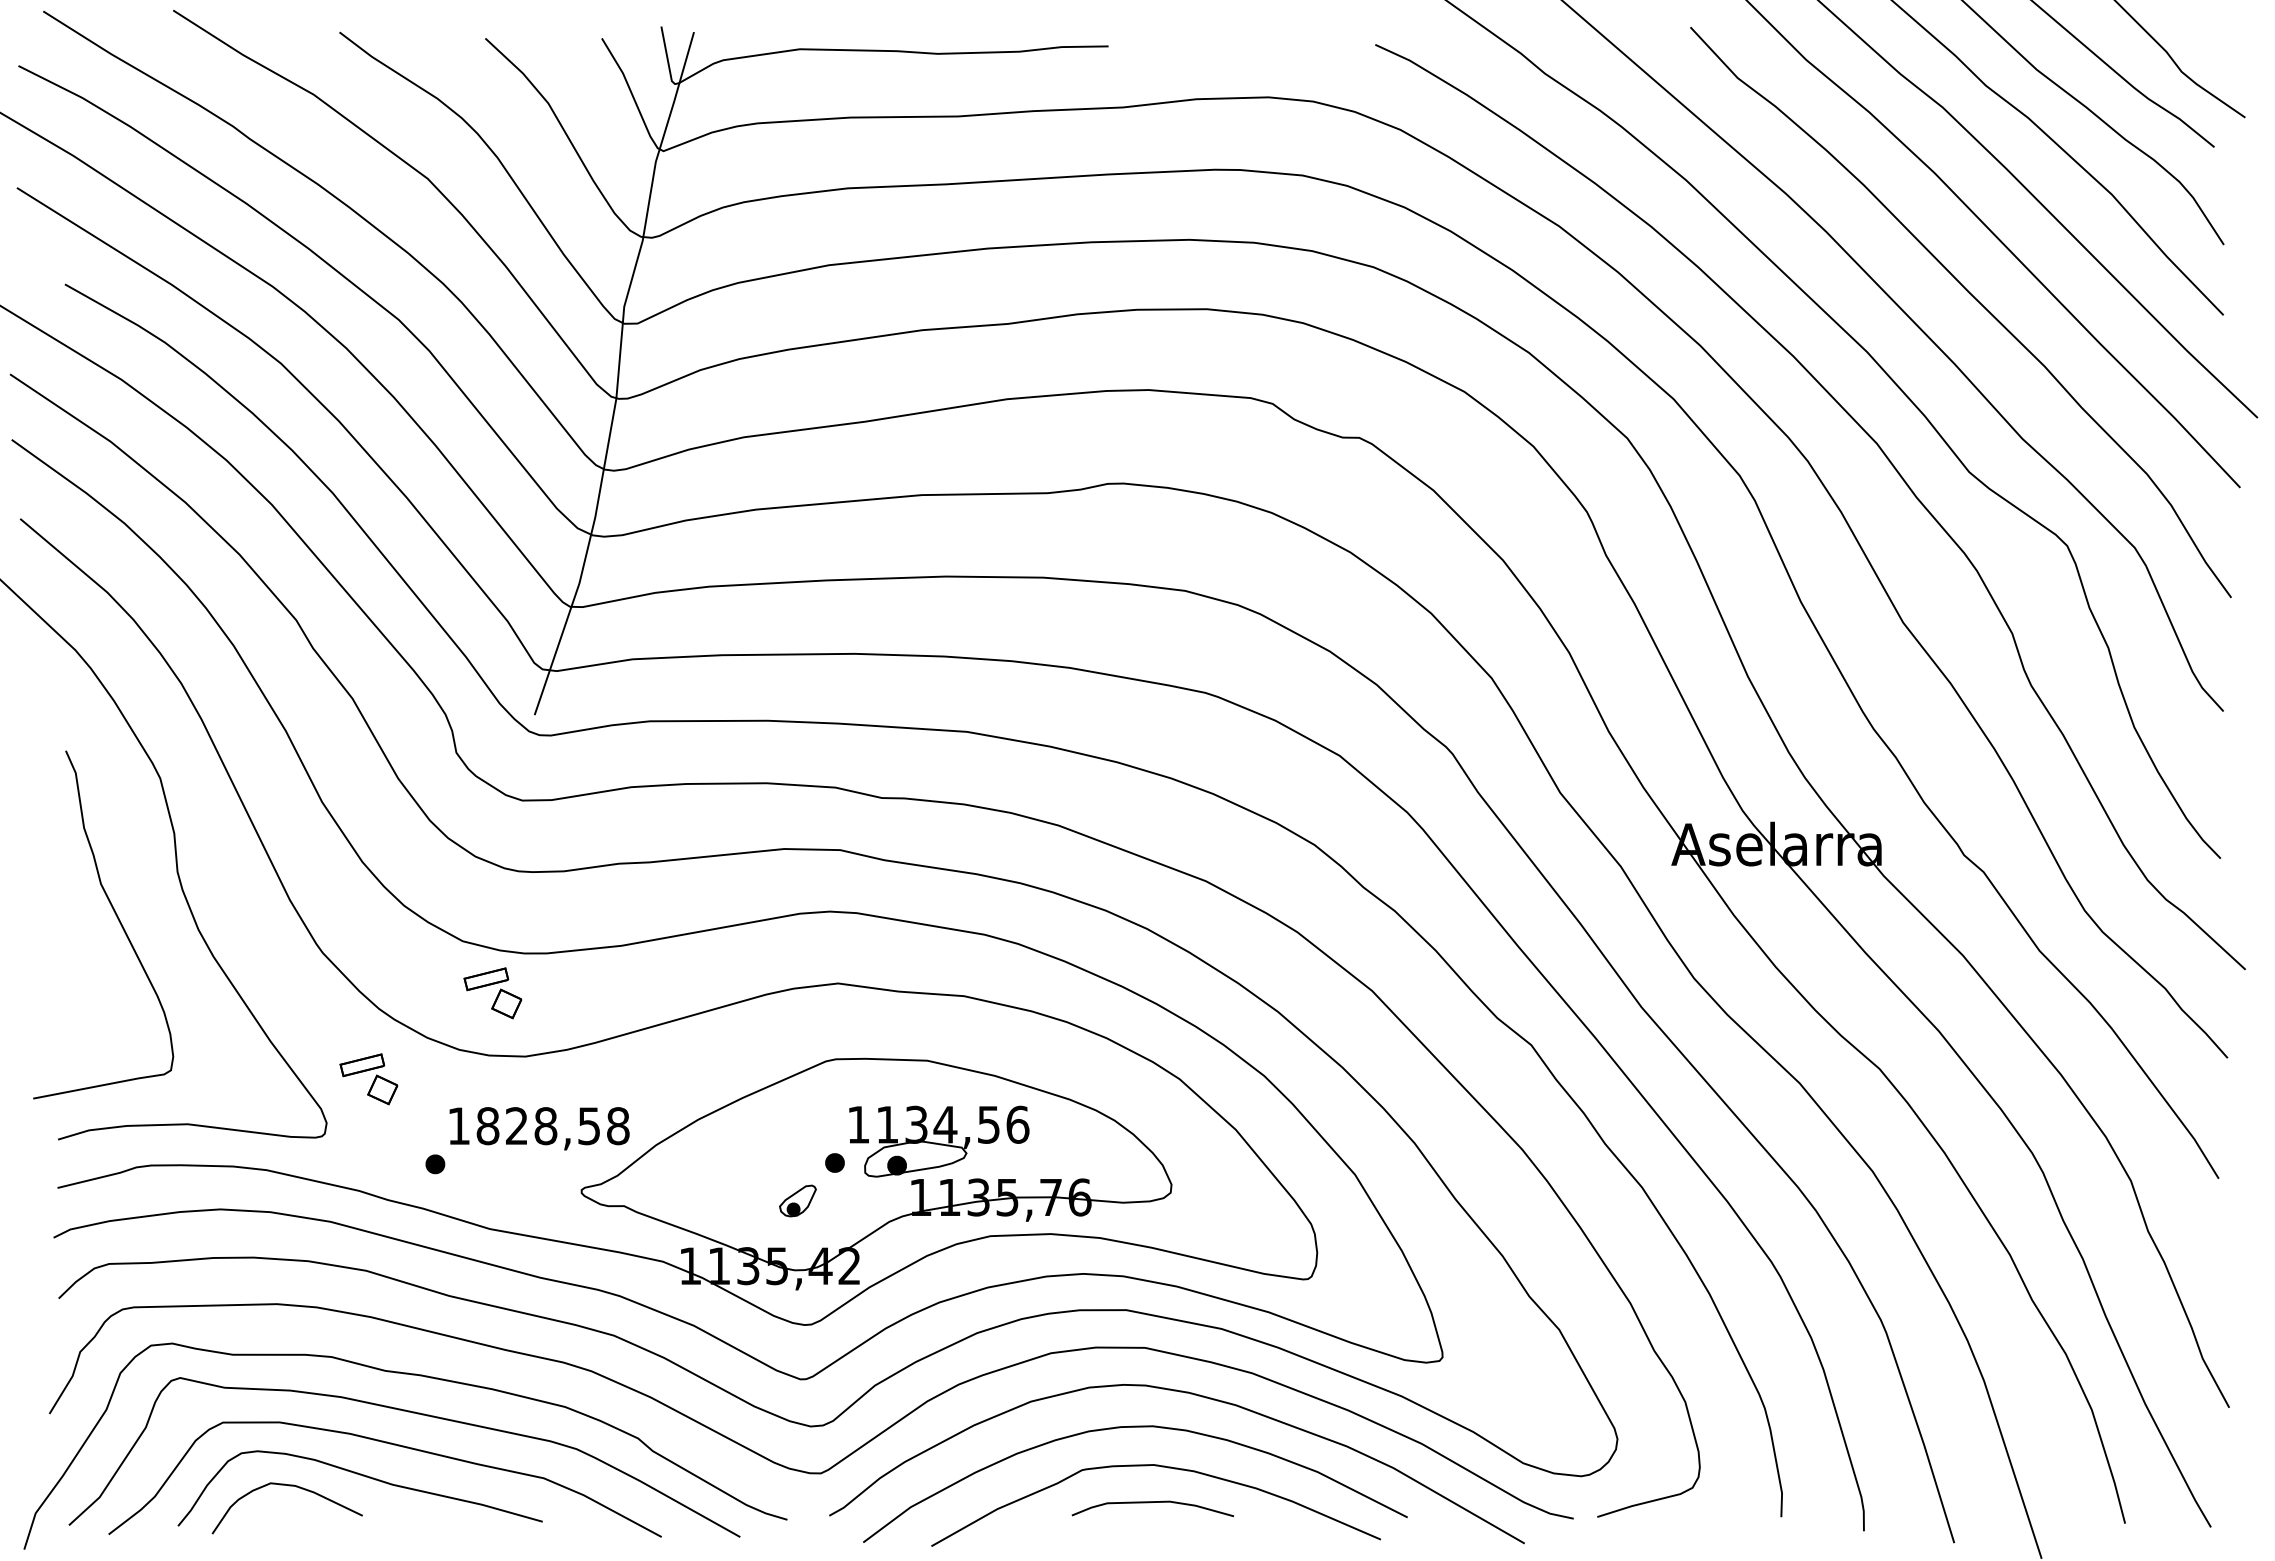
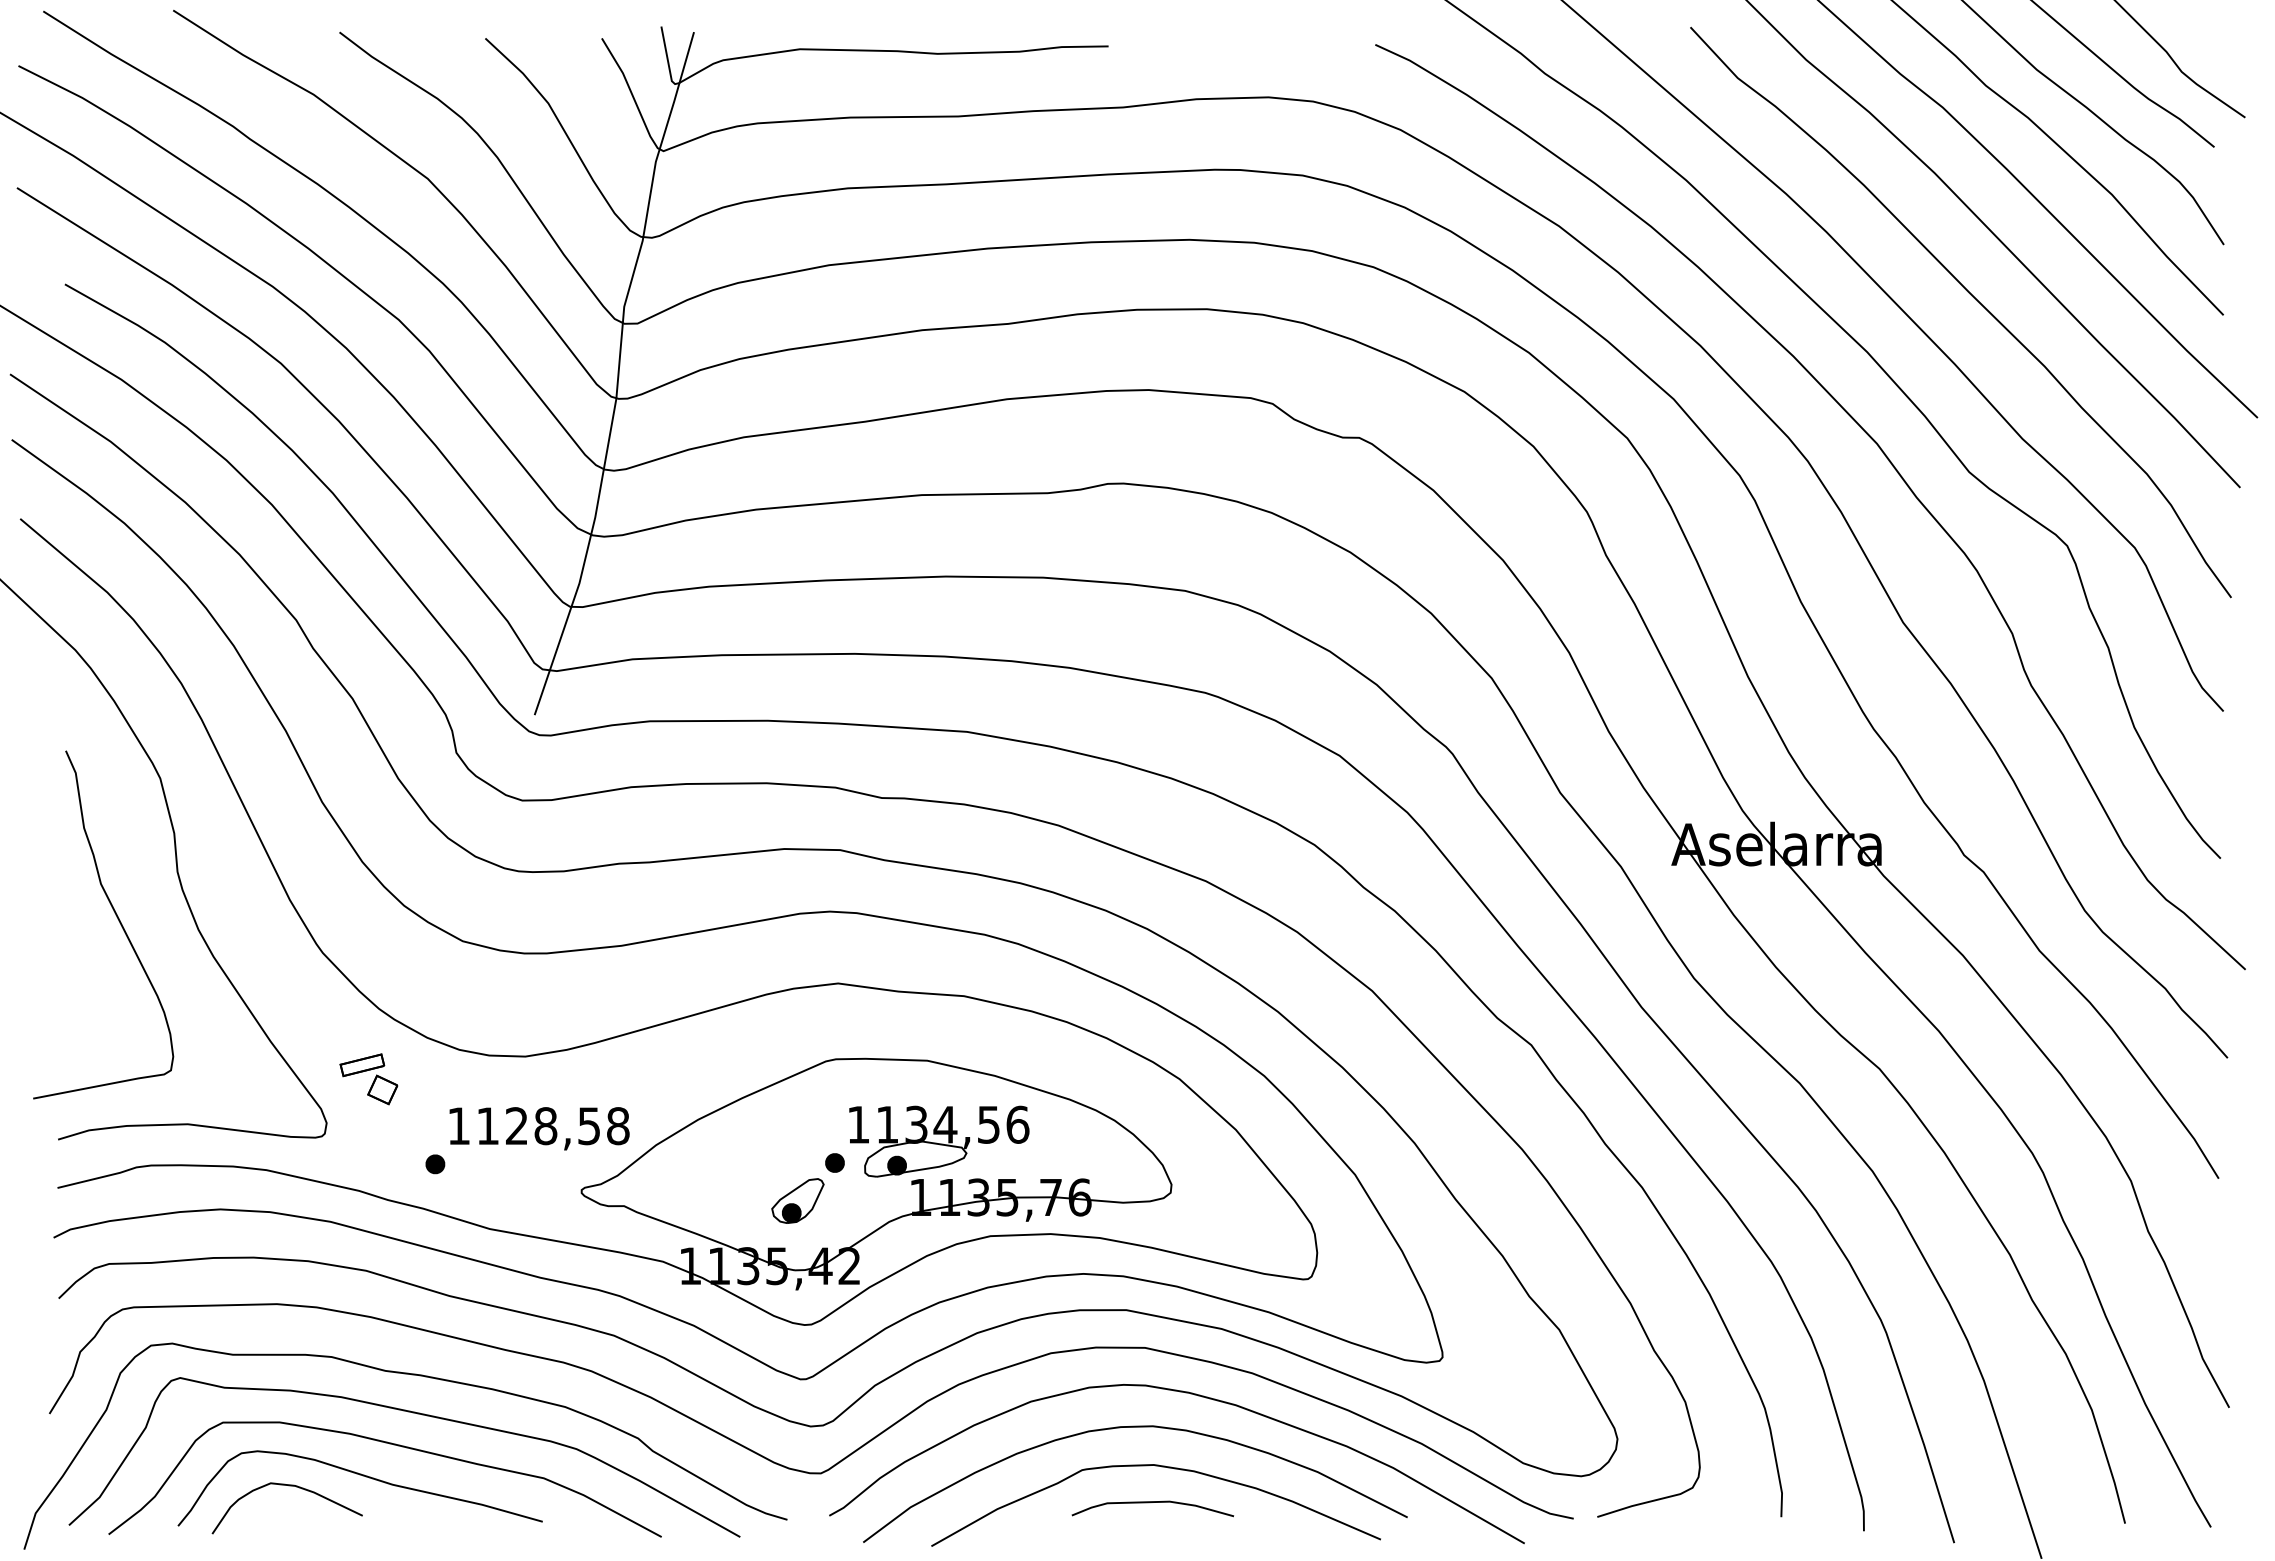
part at (492, 993): present -> none
text at (487, 1126): 1828,58 -> 1128,58
part at (797, 1200) size: 38x34 px -> 54x46 px
